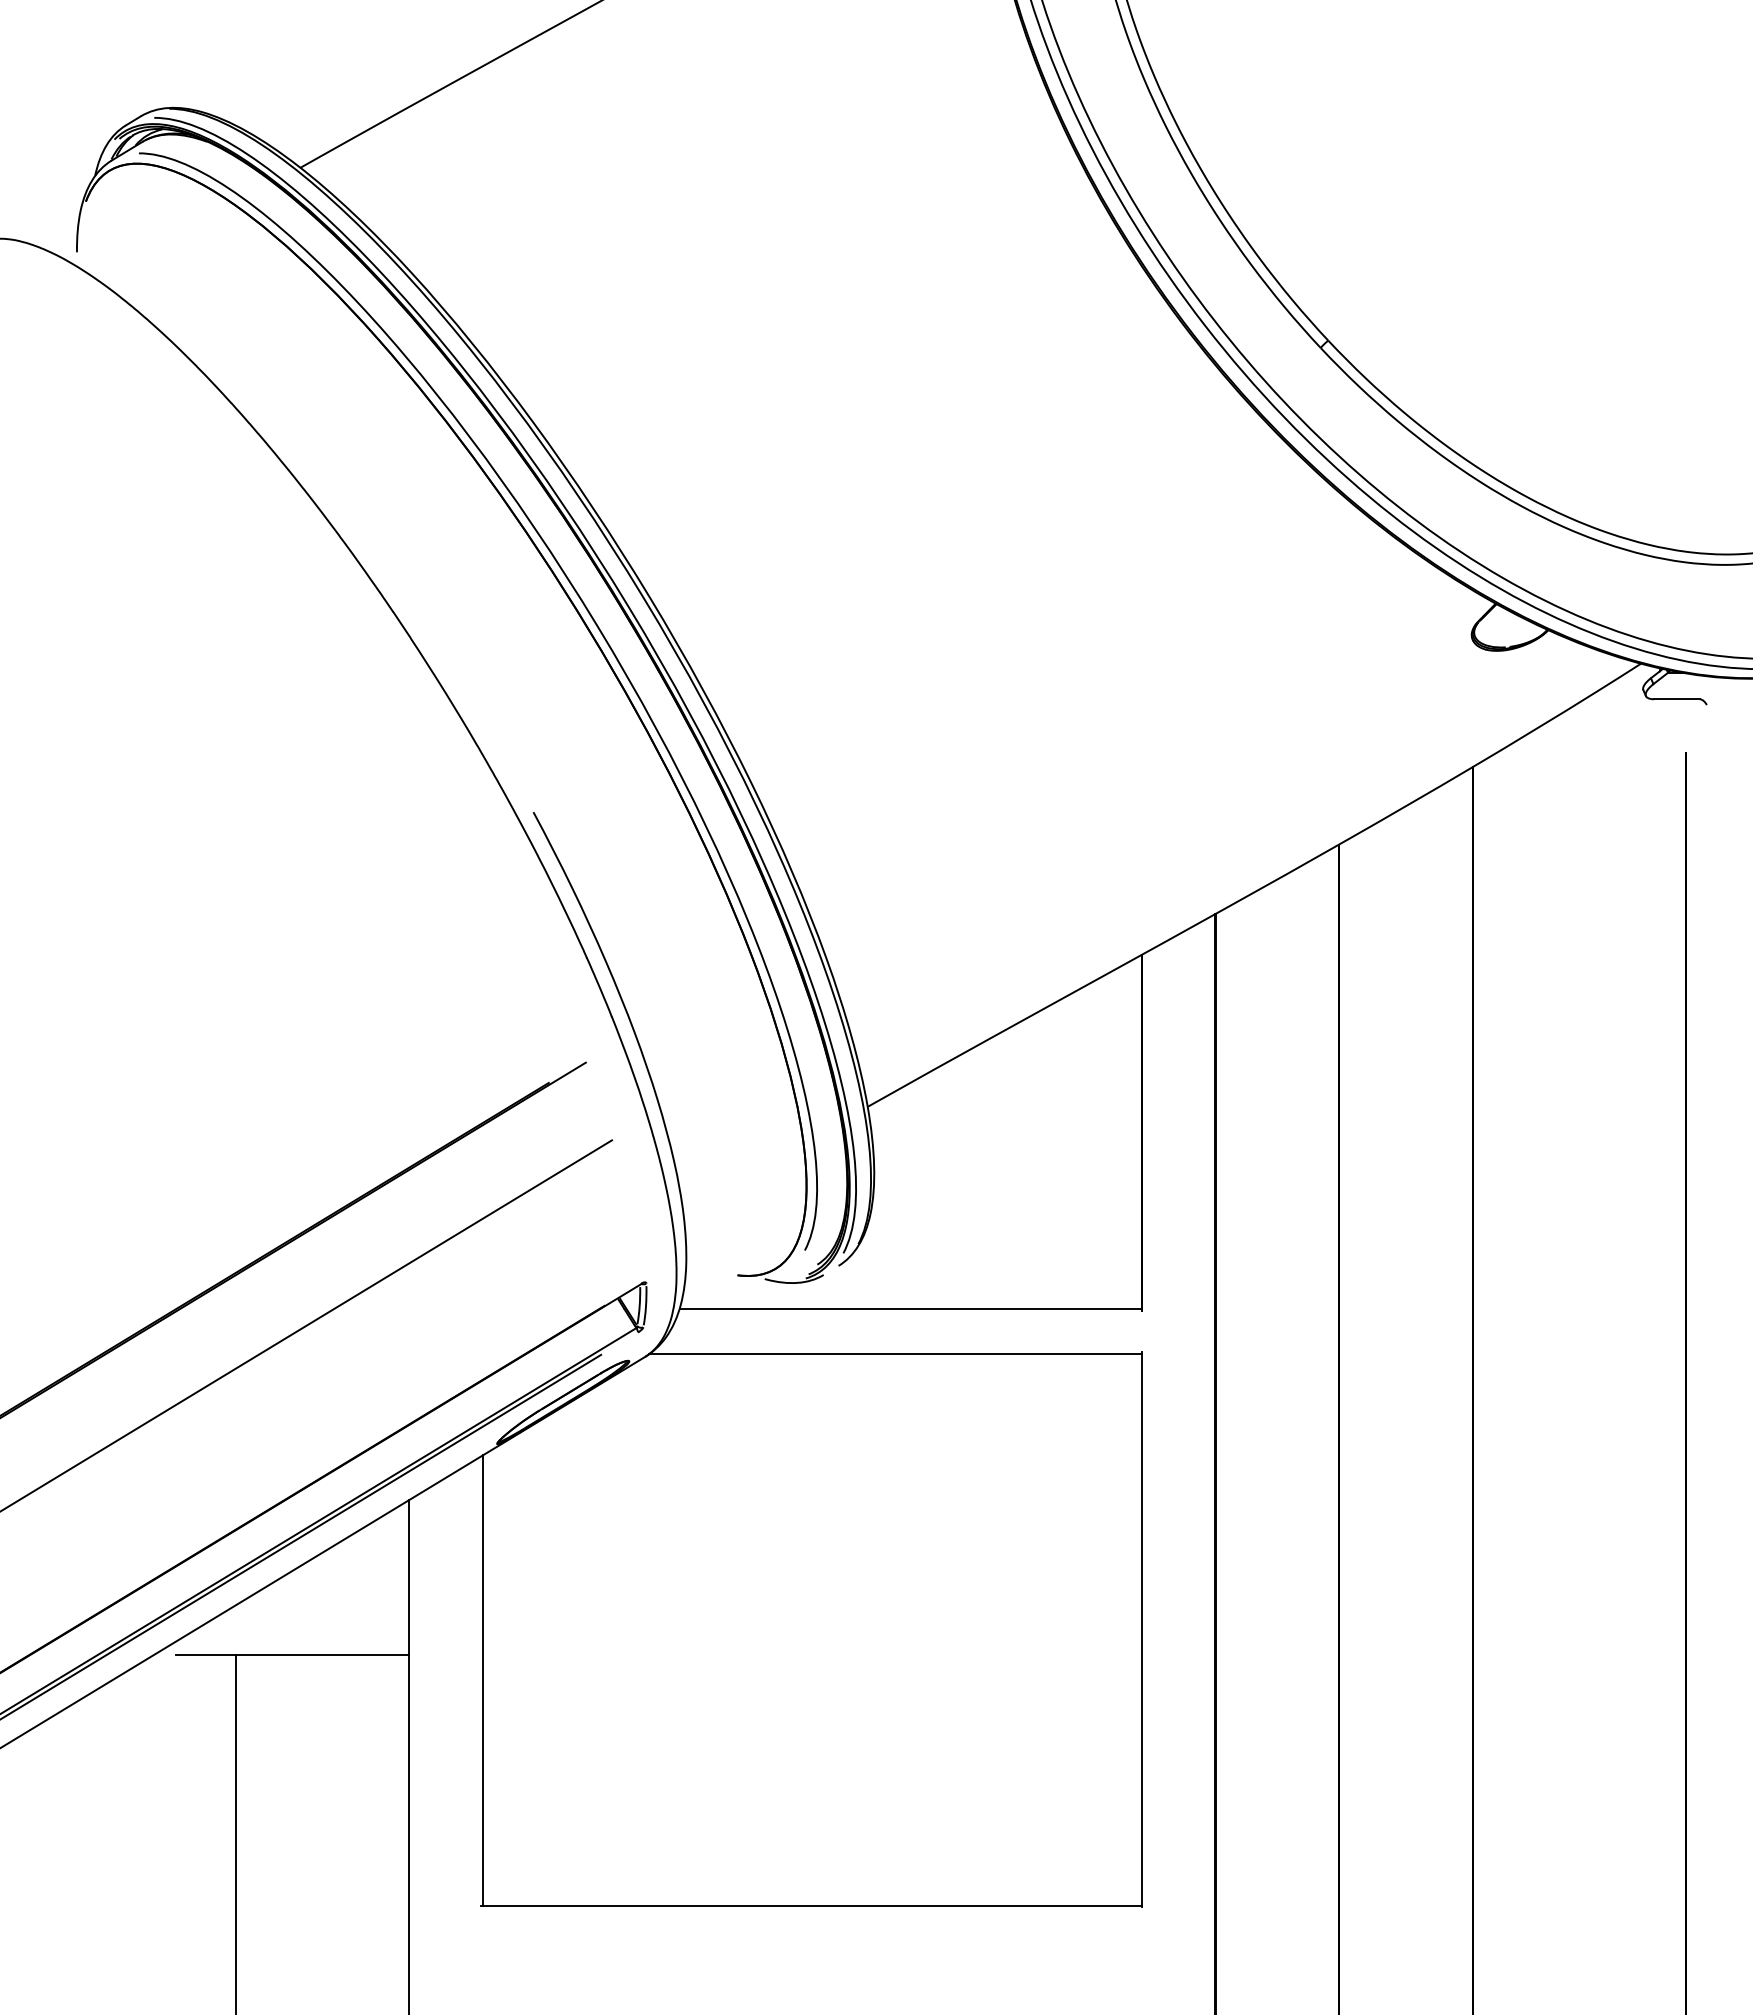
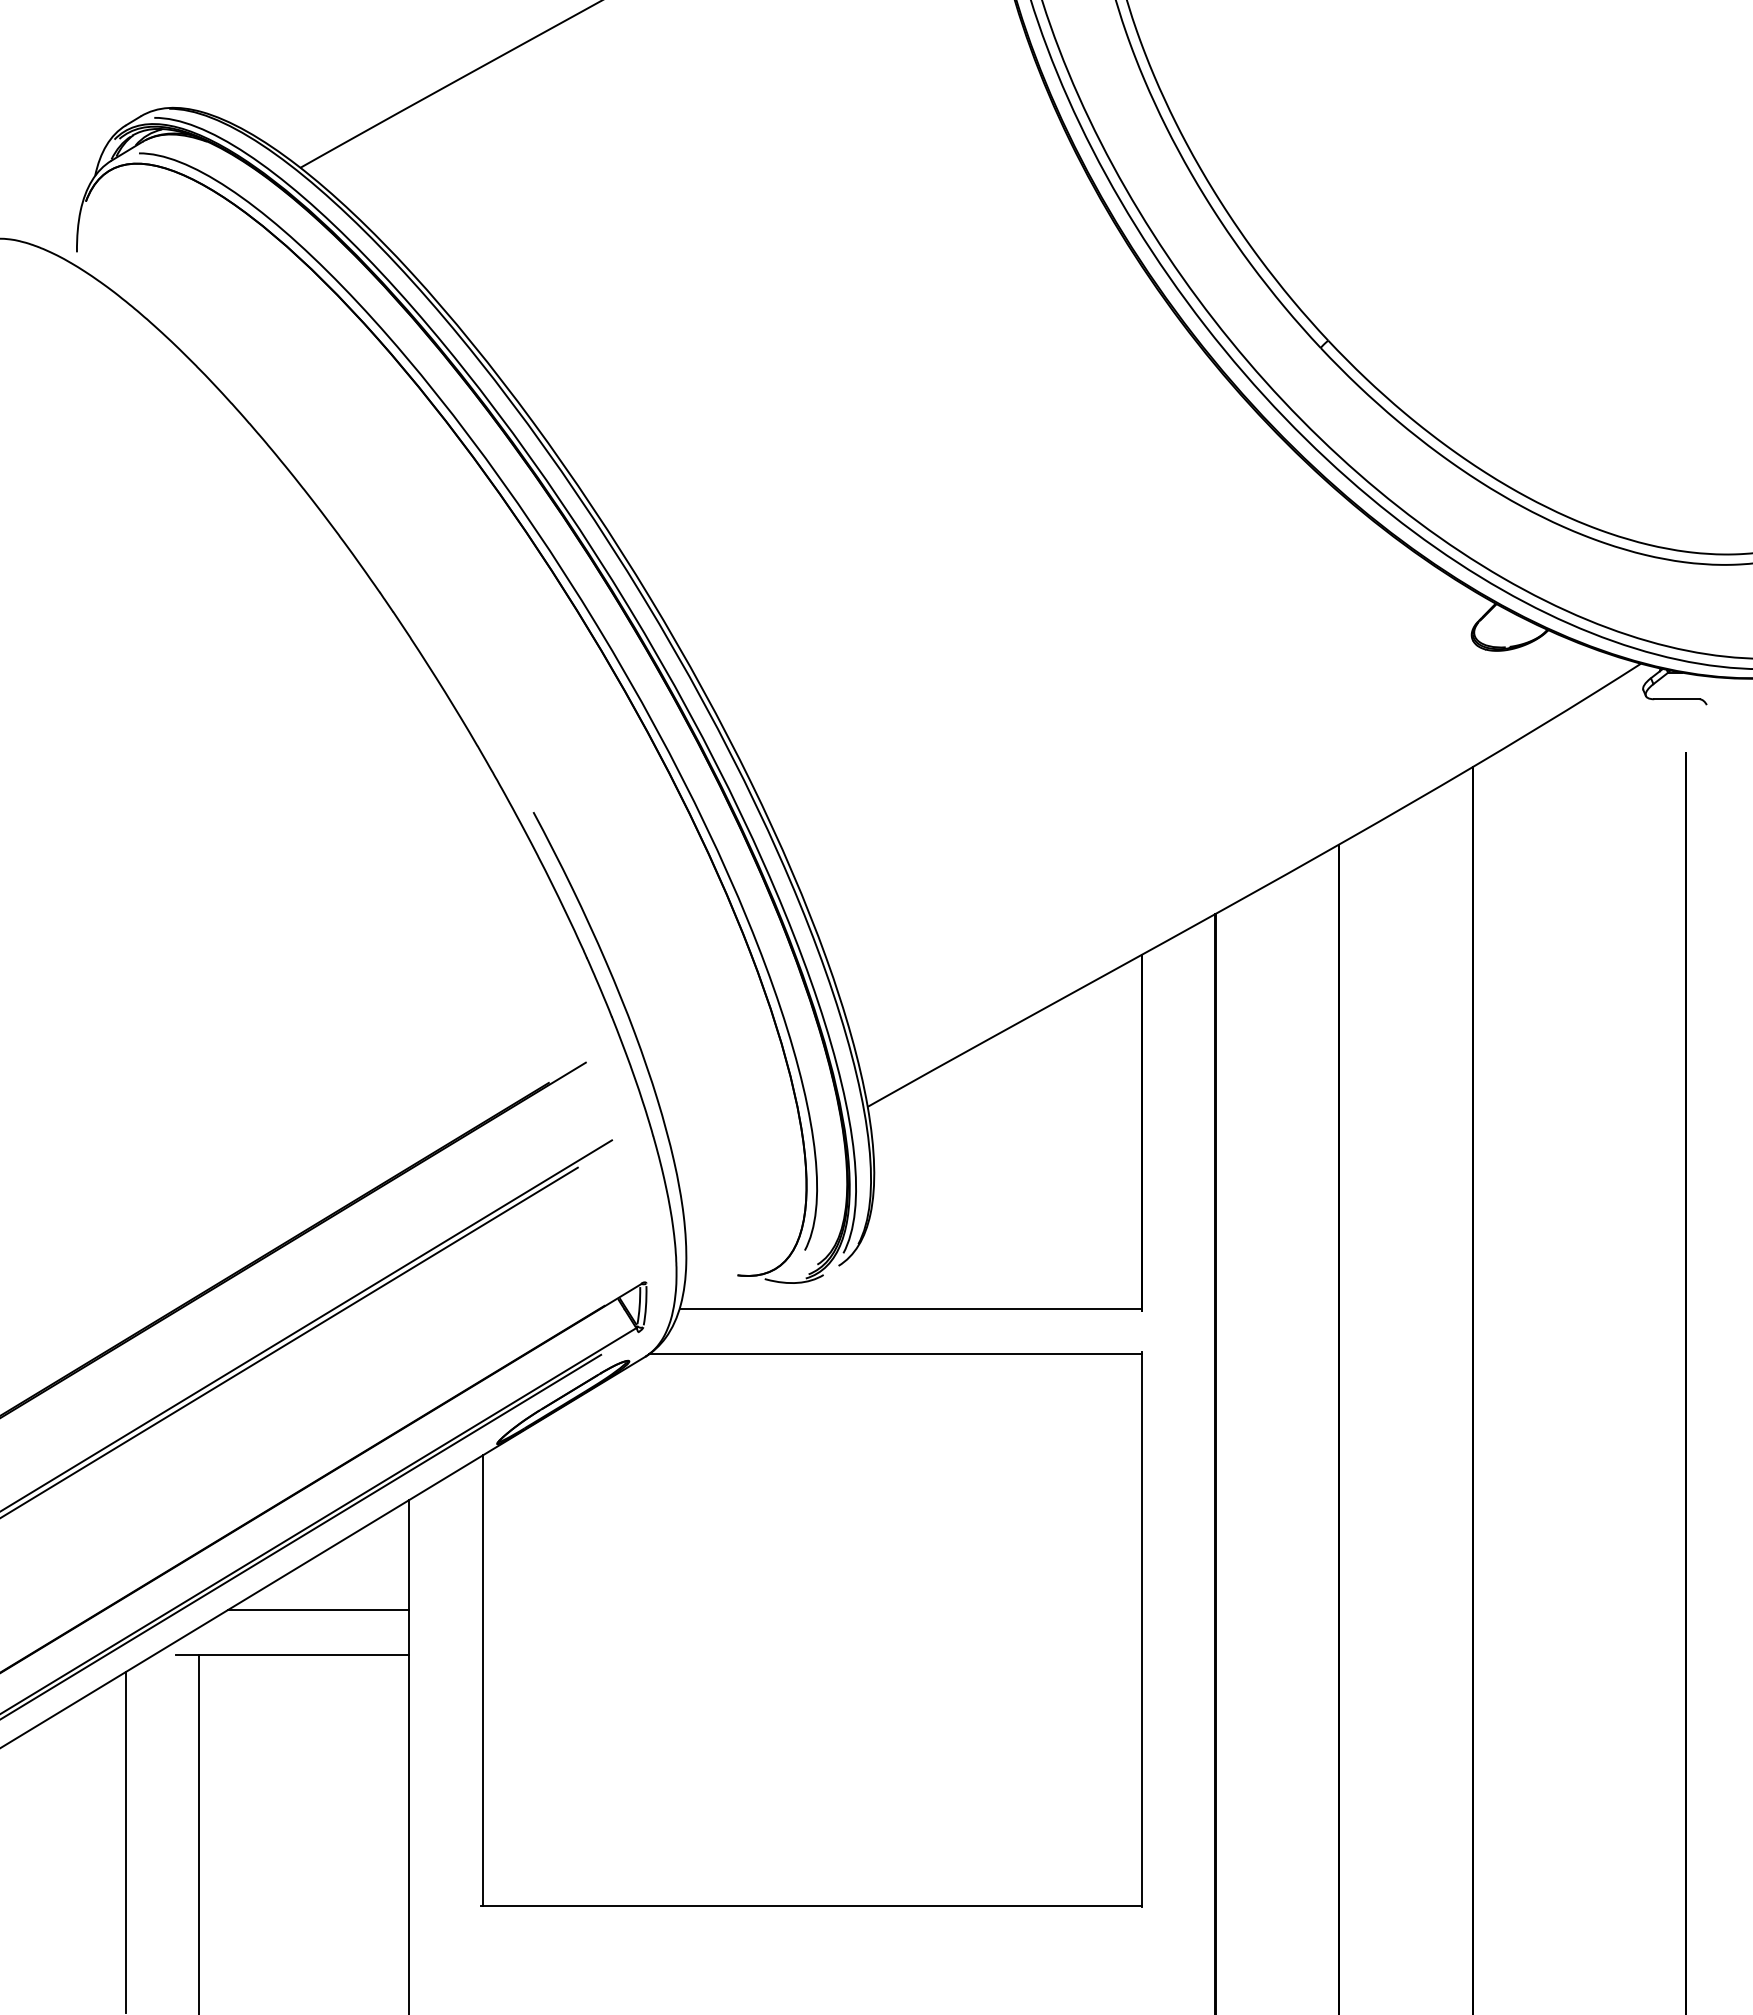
line at (289, 1341): none -> present
line at (318, 1609): none -> present
line at (236, 1833) position: (236, 1833) -> (199, 1833)
line at (125, 1841): none -> present
